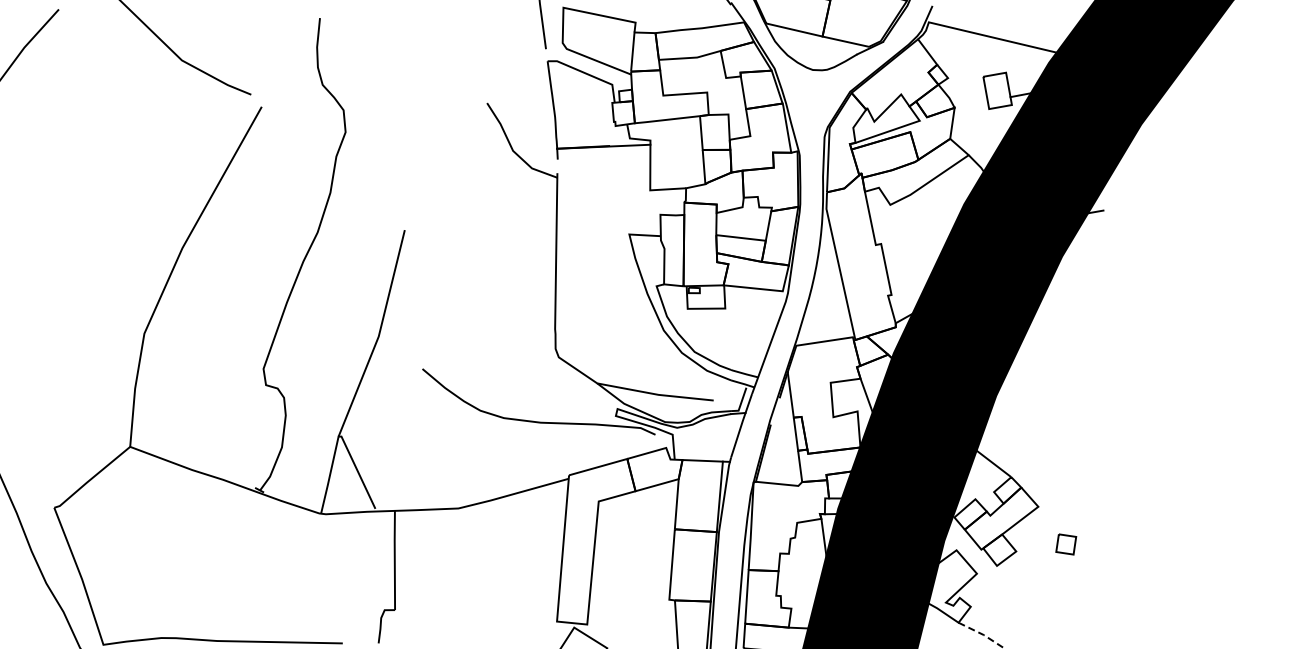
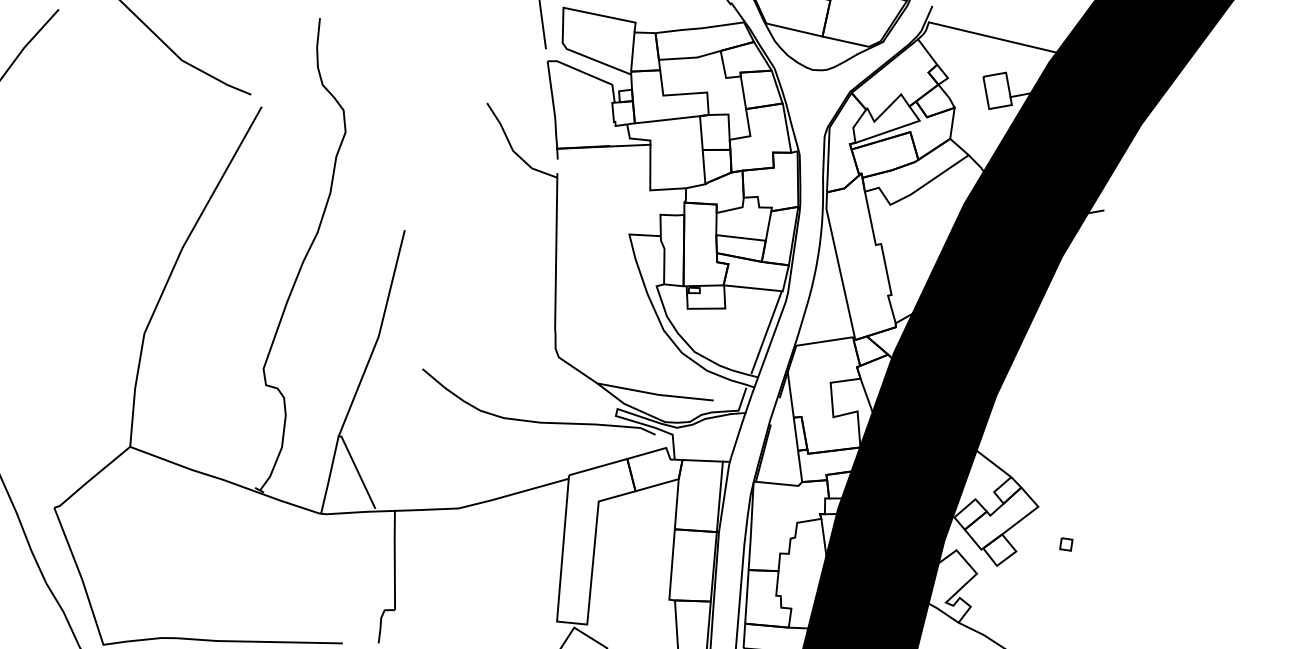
line at (766, 332): none -> present
part at (1066, 544) size: 23x23 px -> 15x15 px
line at (982, 634): dashed -> solid
